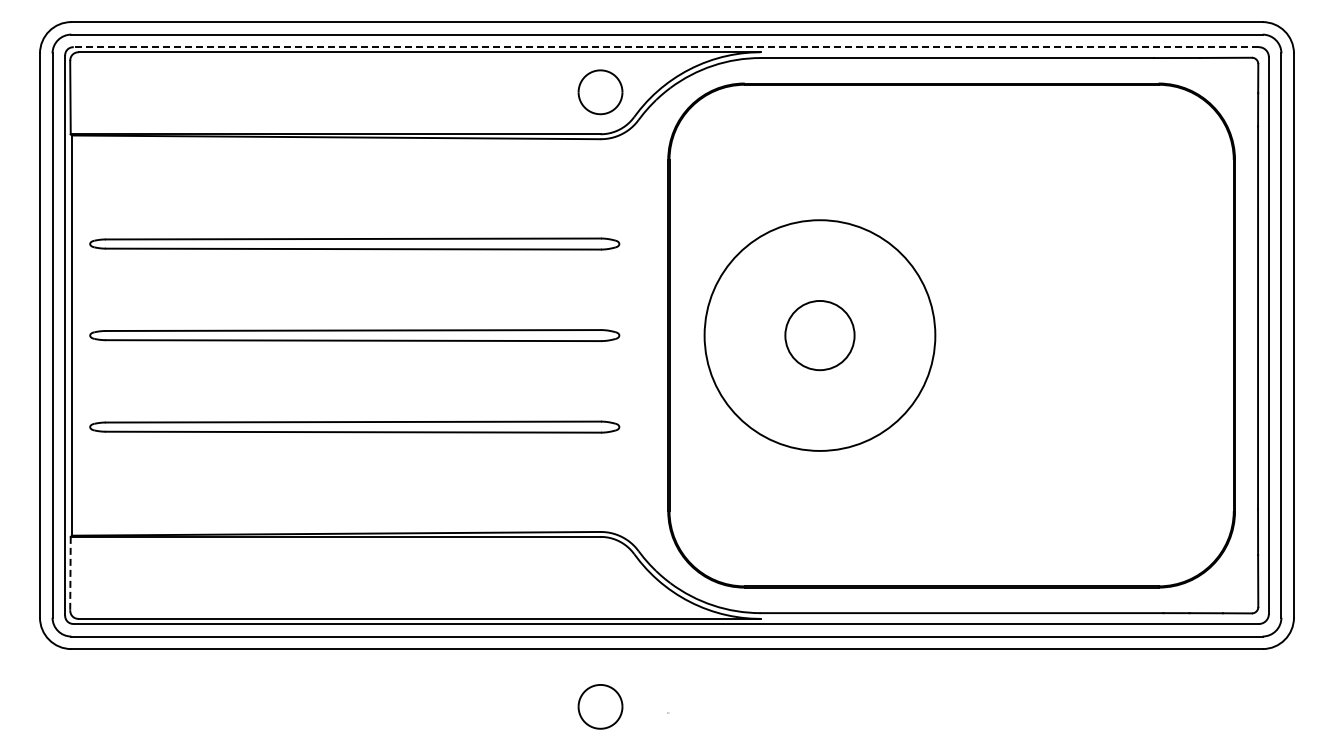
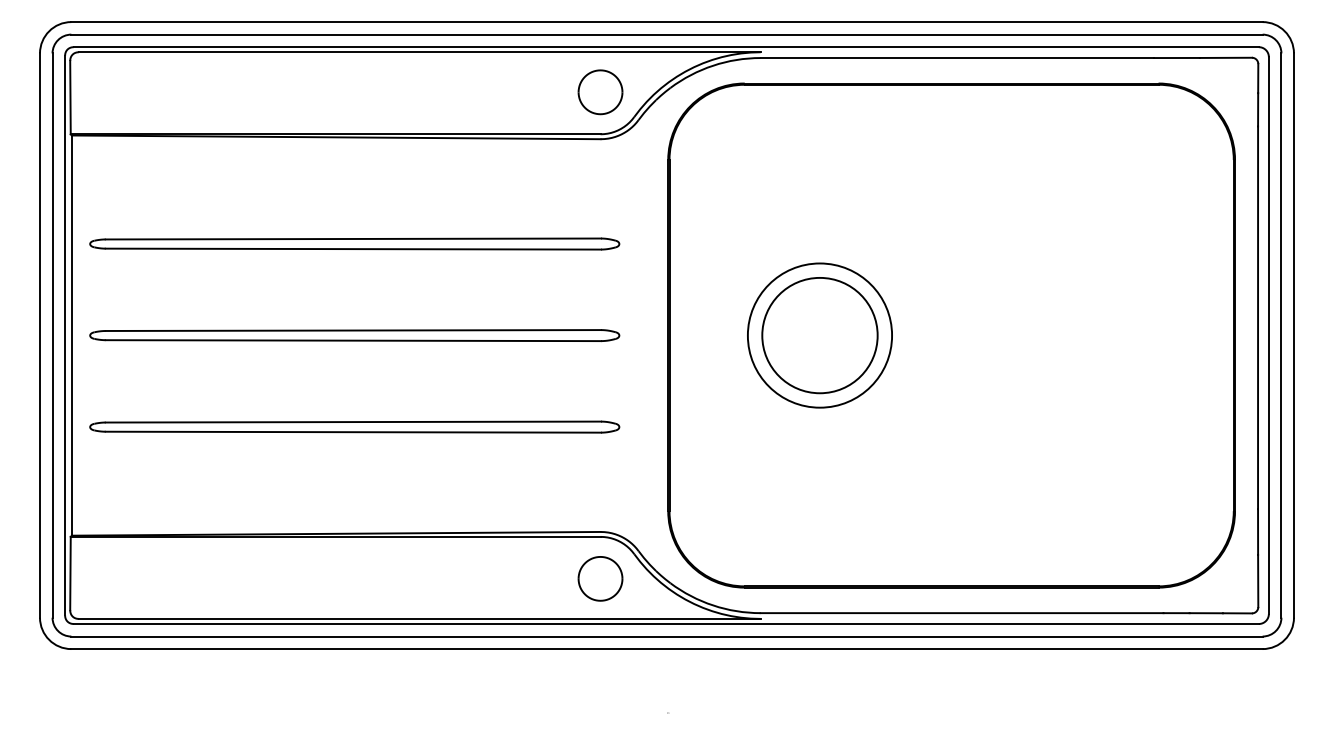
line at (666, 47): dashed -> solid
circle at (819, 335) diameter: 231 px -> 144 px
circle at (819, 335) diameter: 69 px -> 115 px
line at (70, 573): dashed -> solid
part at (600, 706) position: (600, 706) -> (600, 578)
